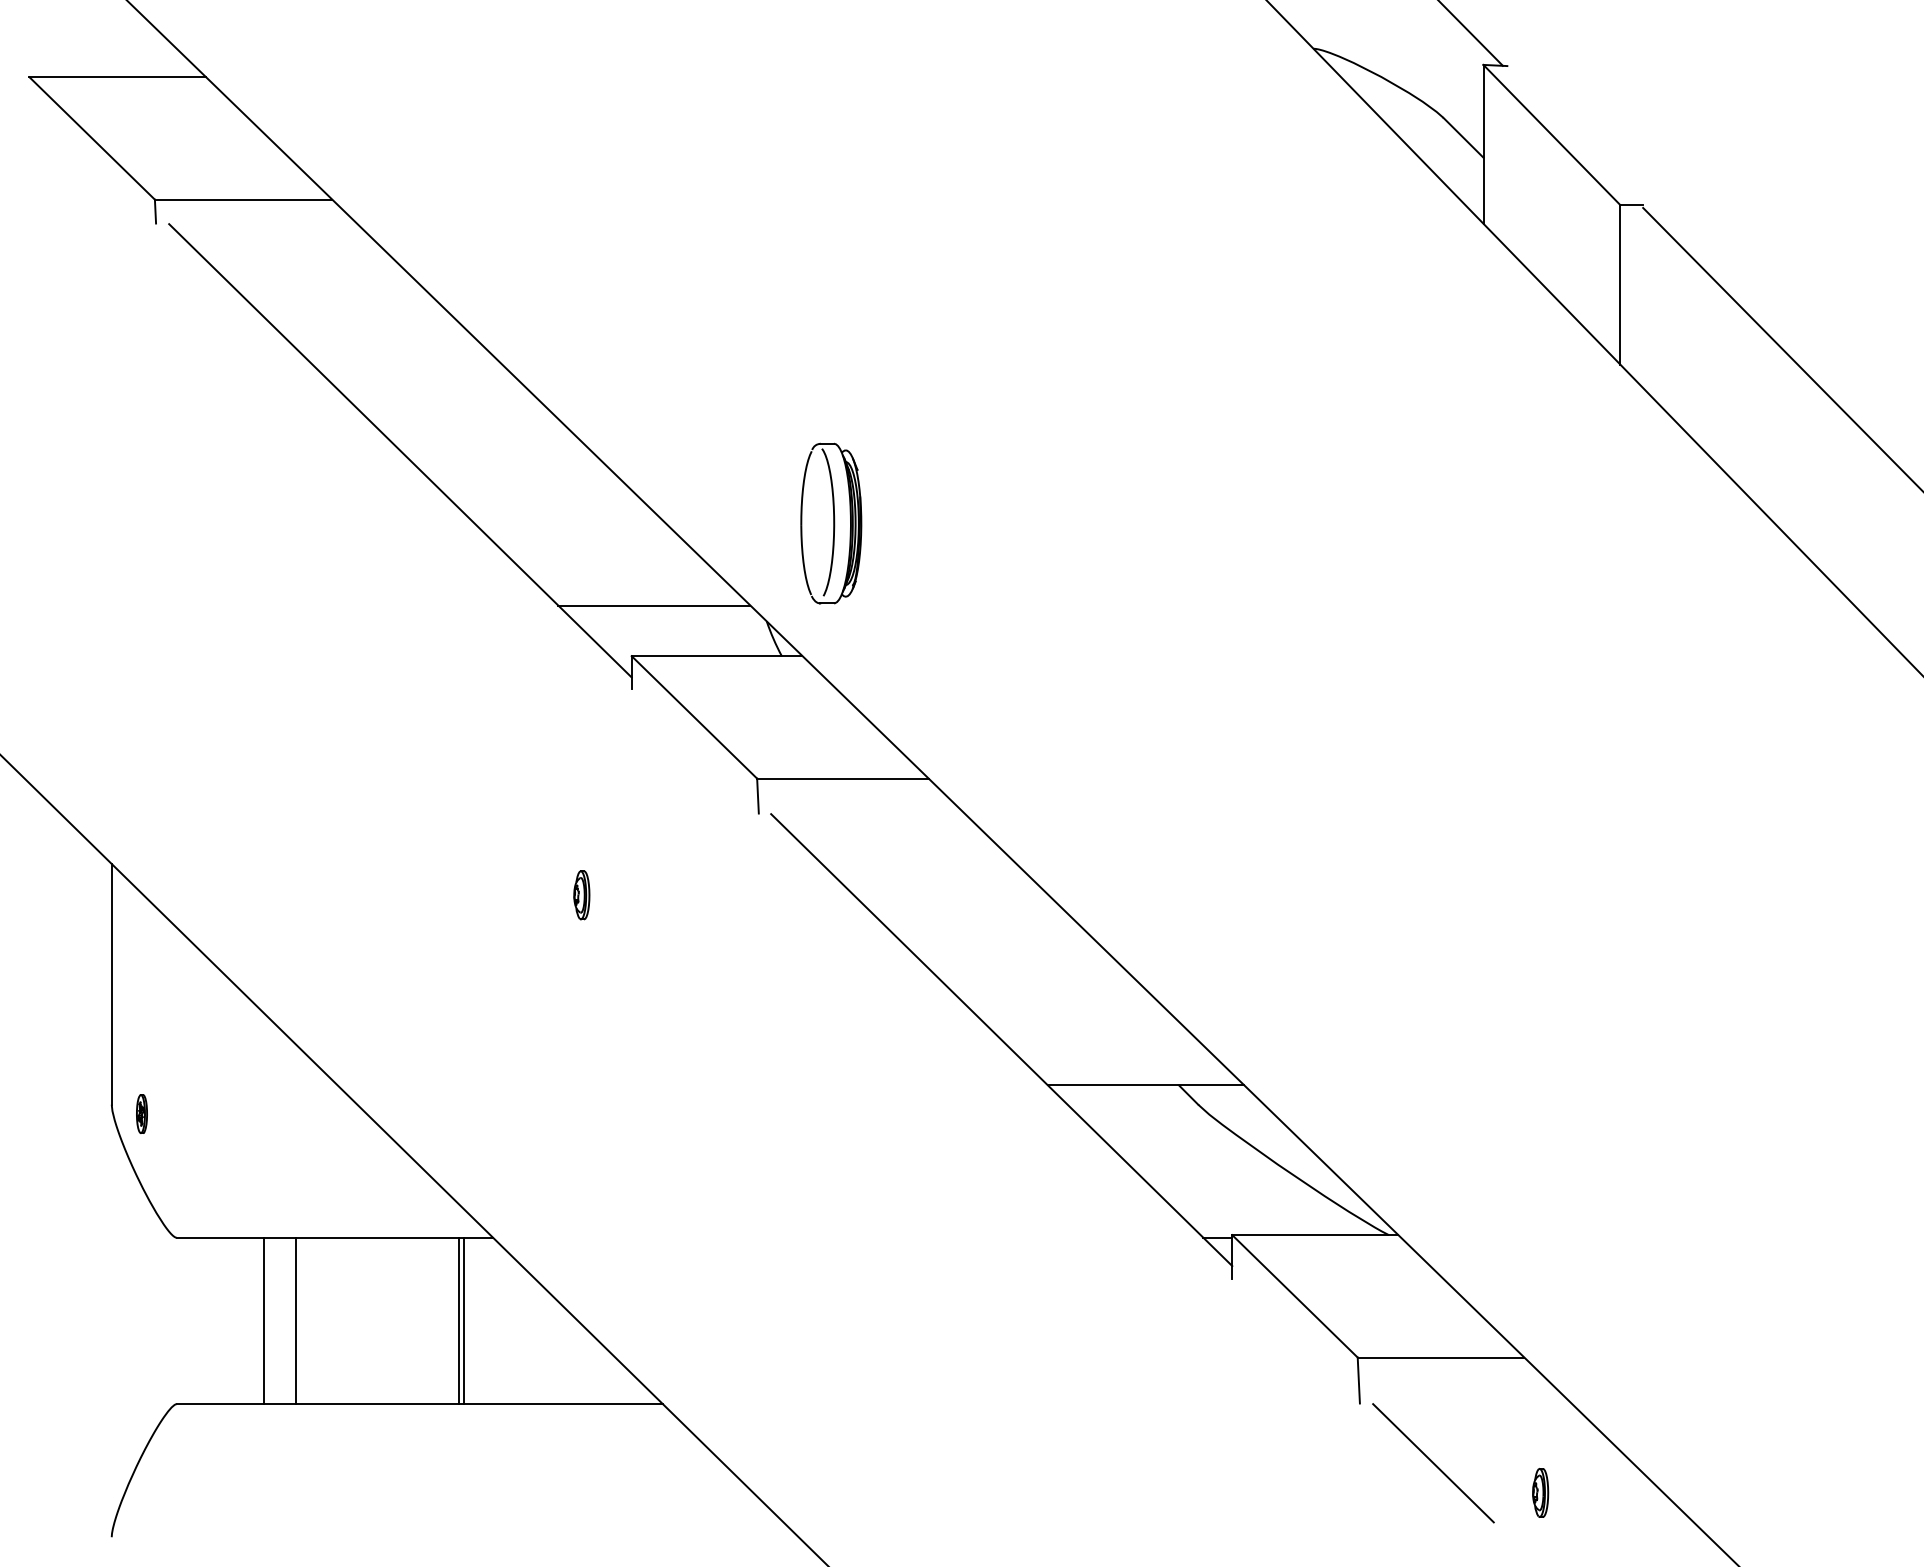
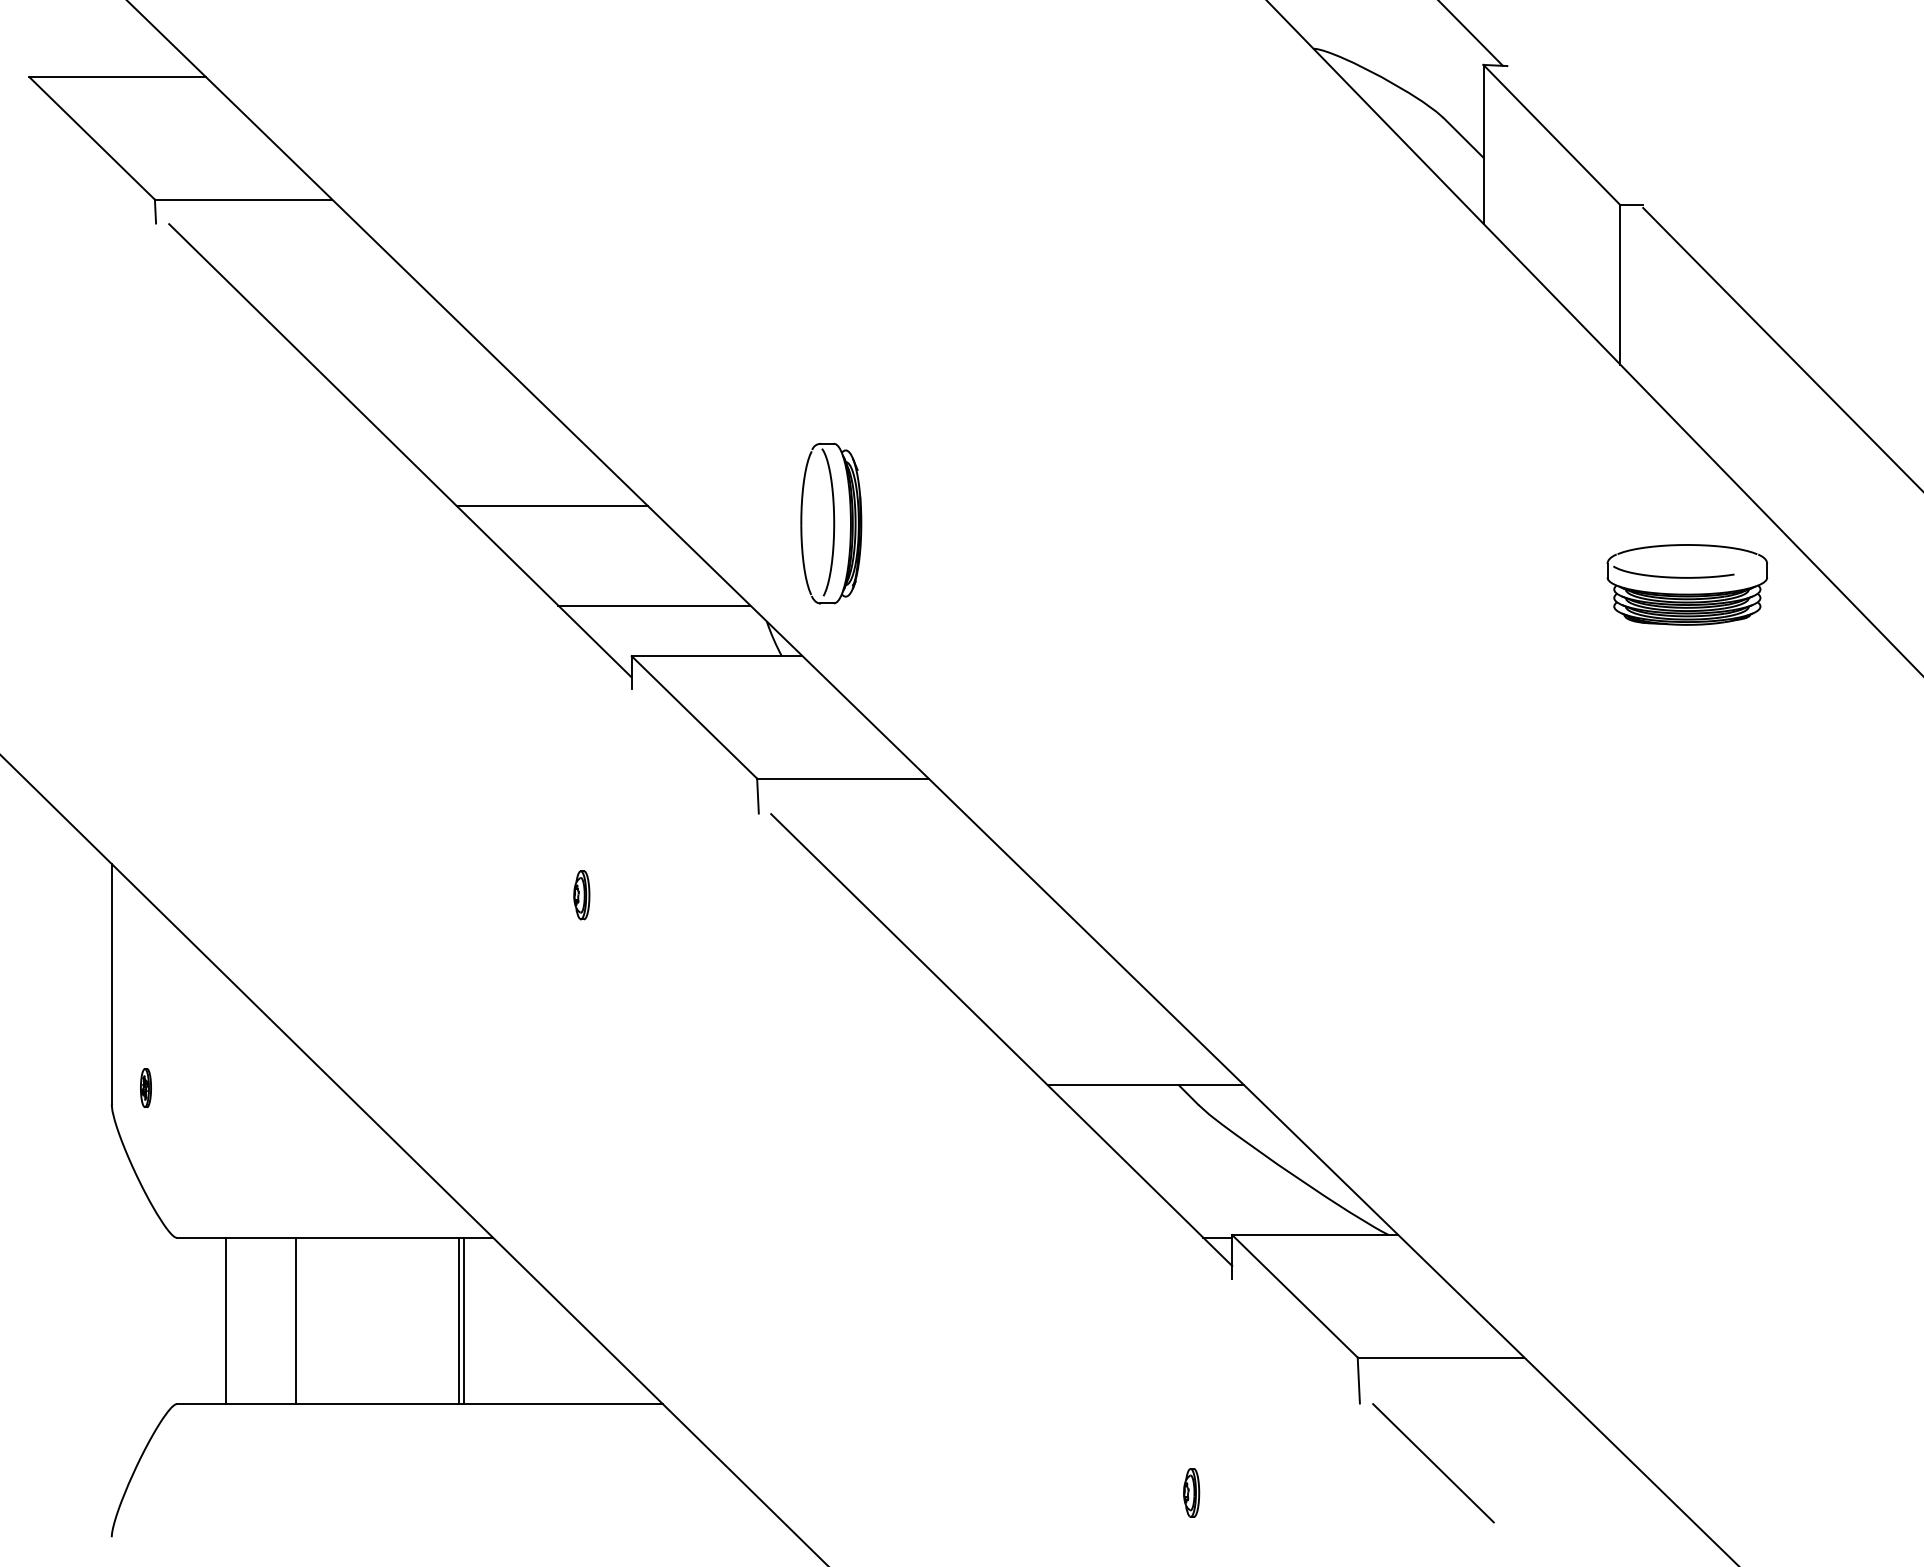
line at (552, 506): none -> present
part at (1686, 584): none -> present
part at (141, 1113) position: (141, 1113) -> (145, 1087)
line at (263, 1320) position: (263, 1320) -> (225, 1320)
part at (1540, 1492) position: (1540, 1492) -> (1191, 1492)
